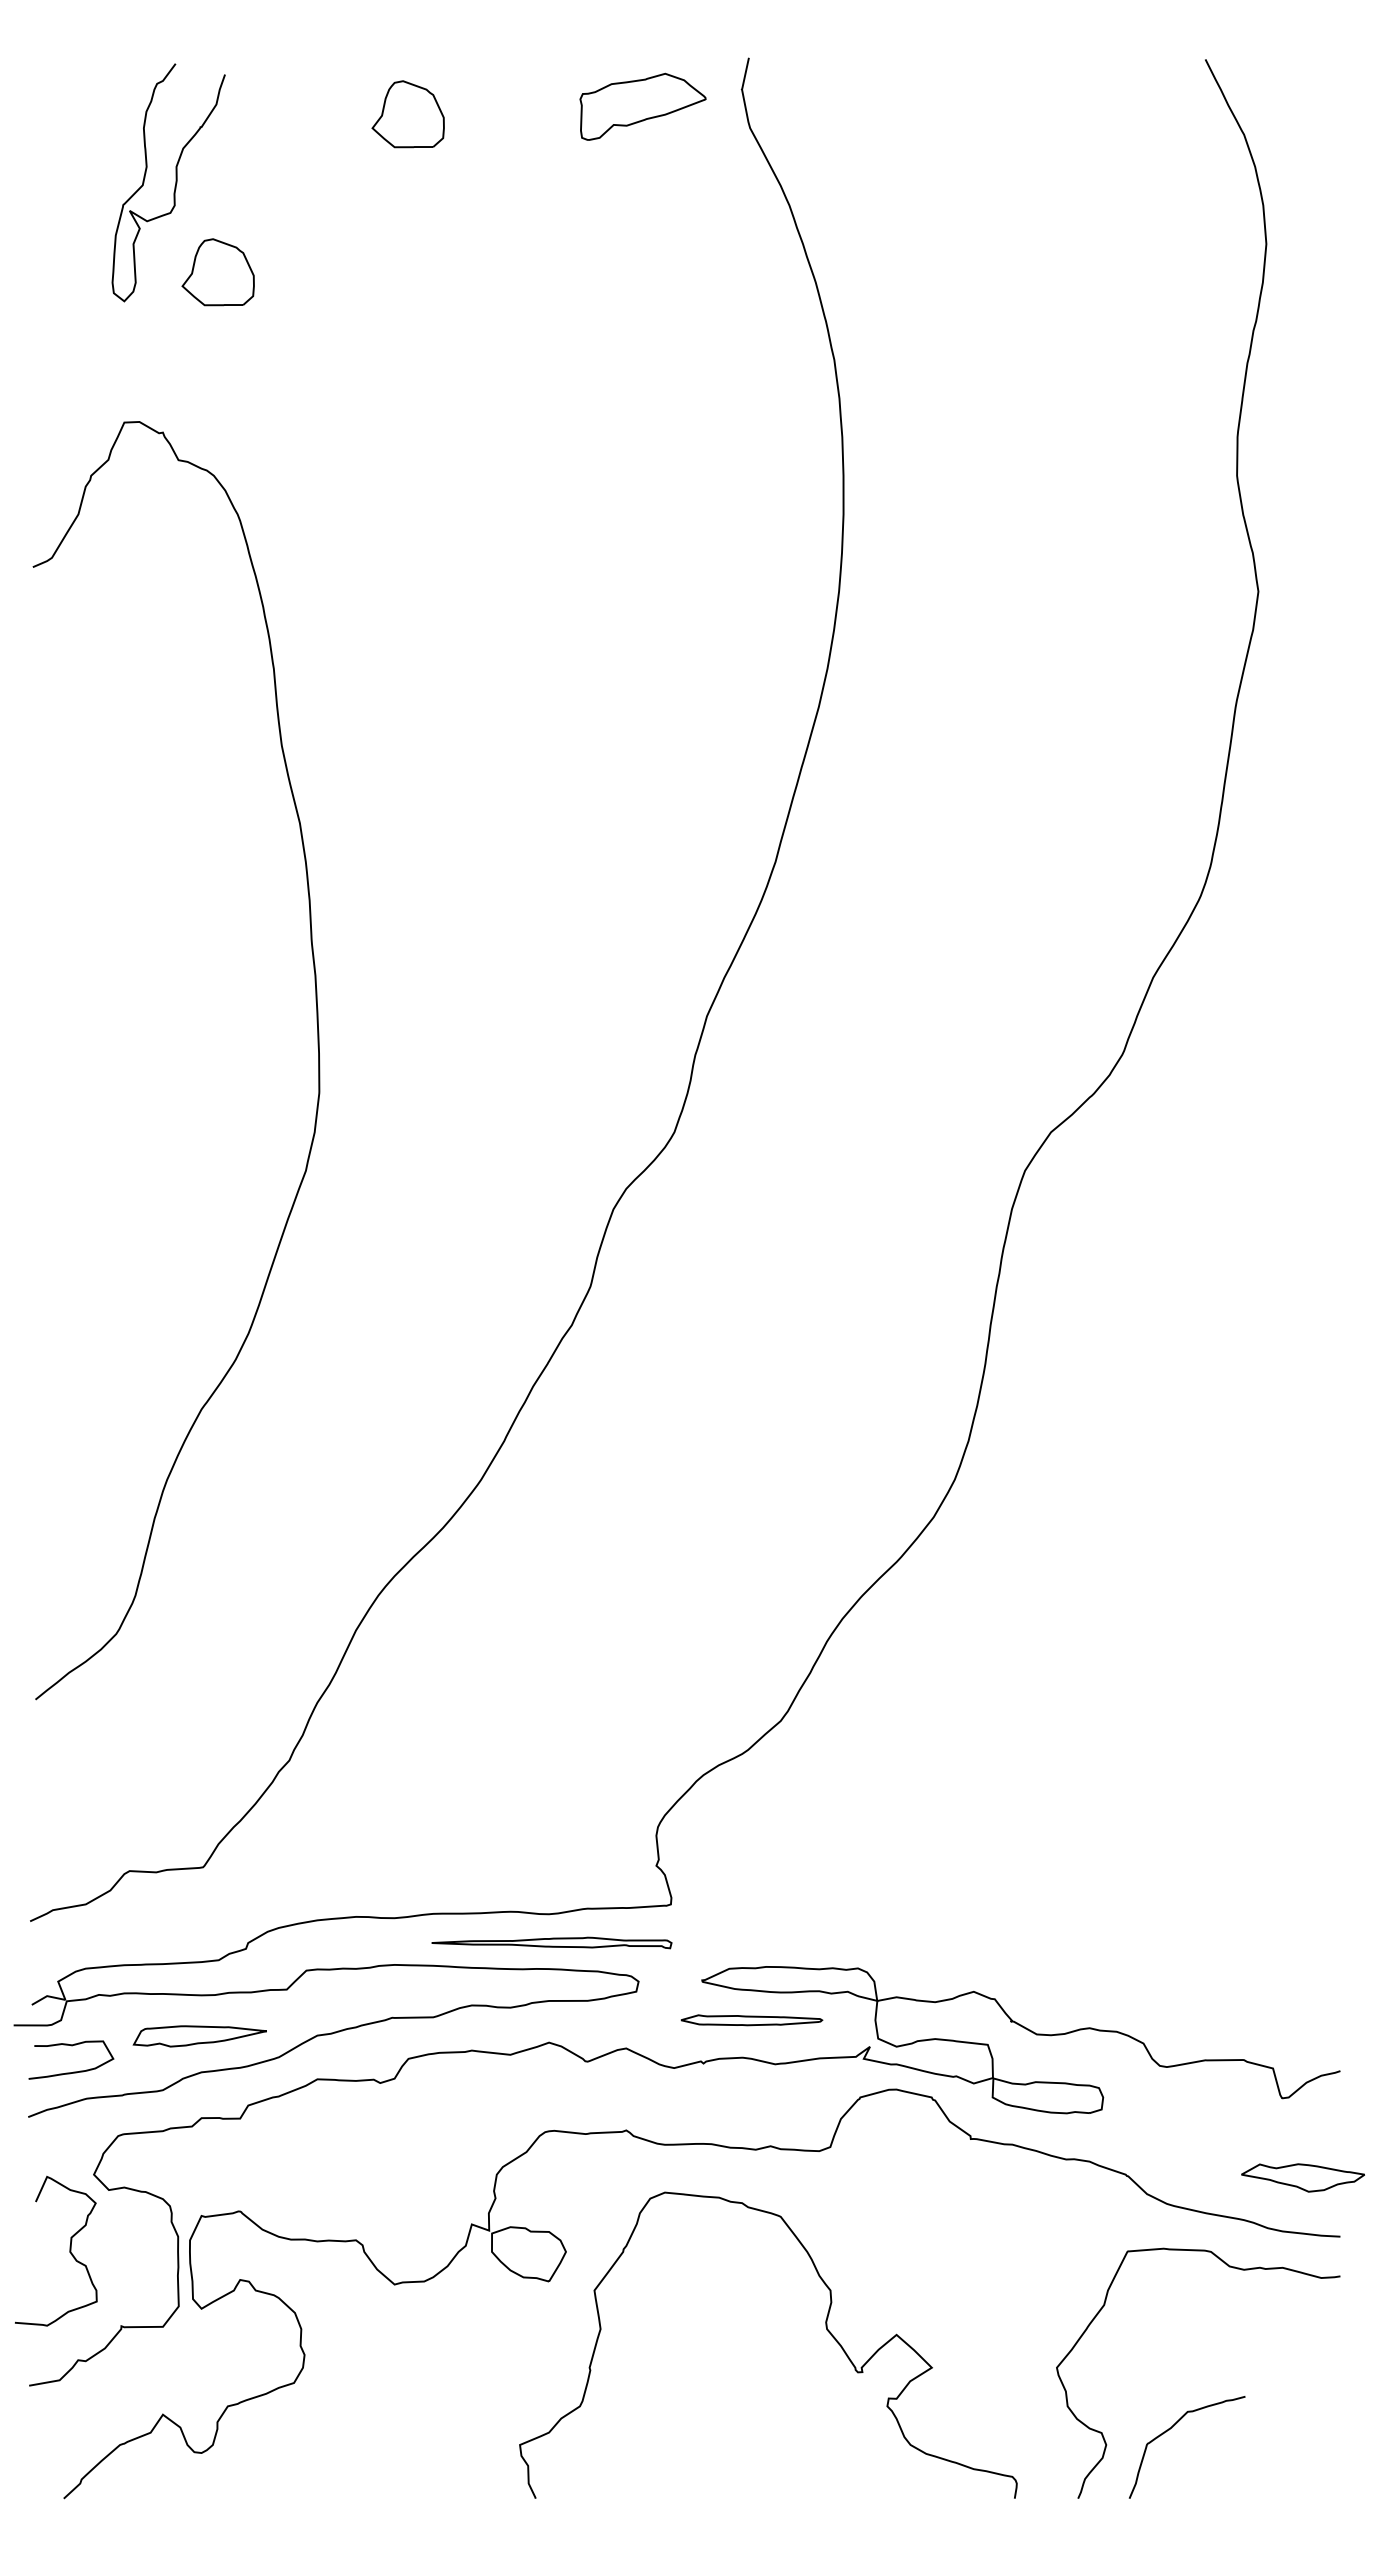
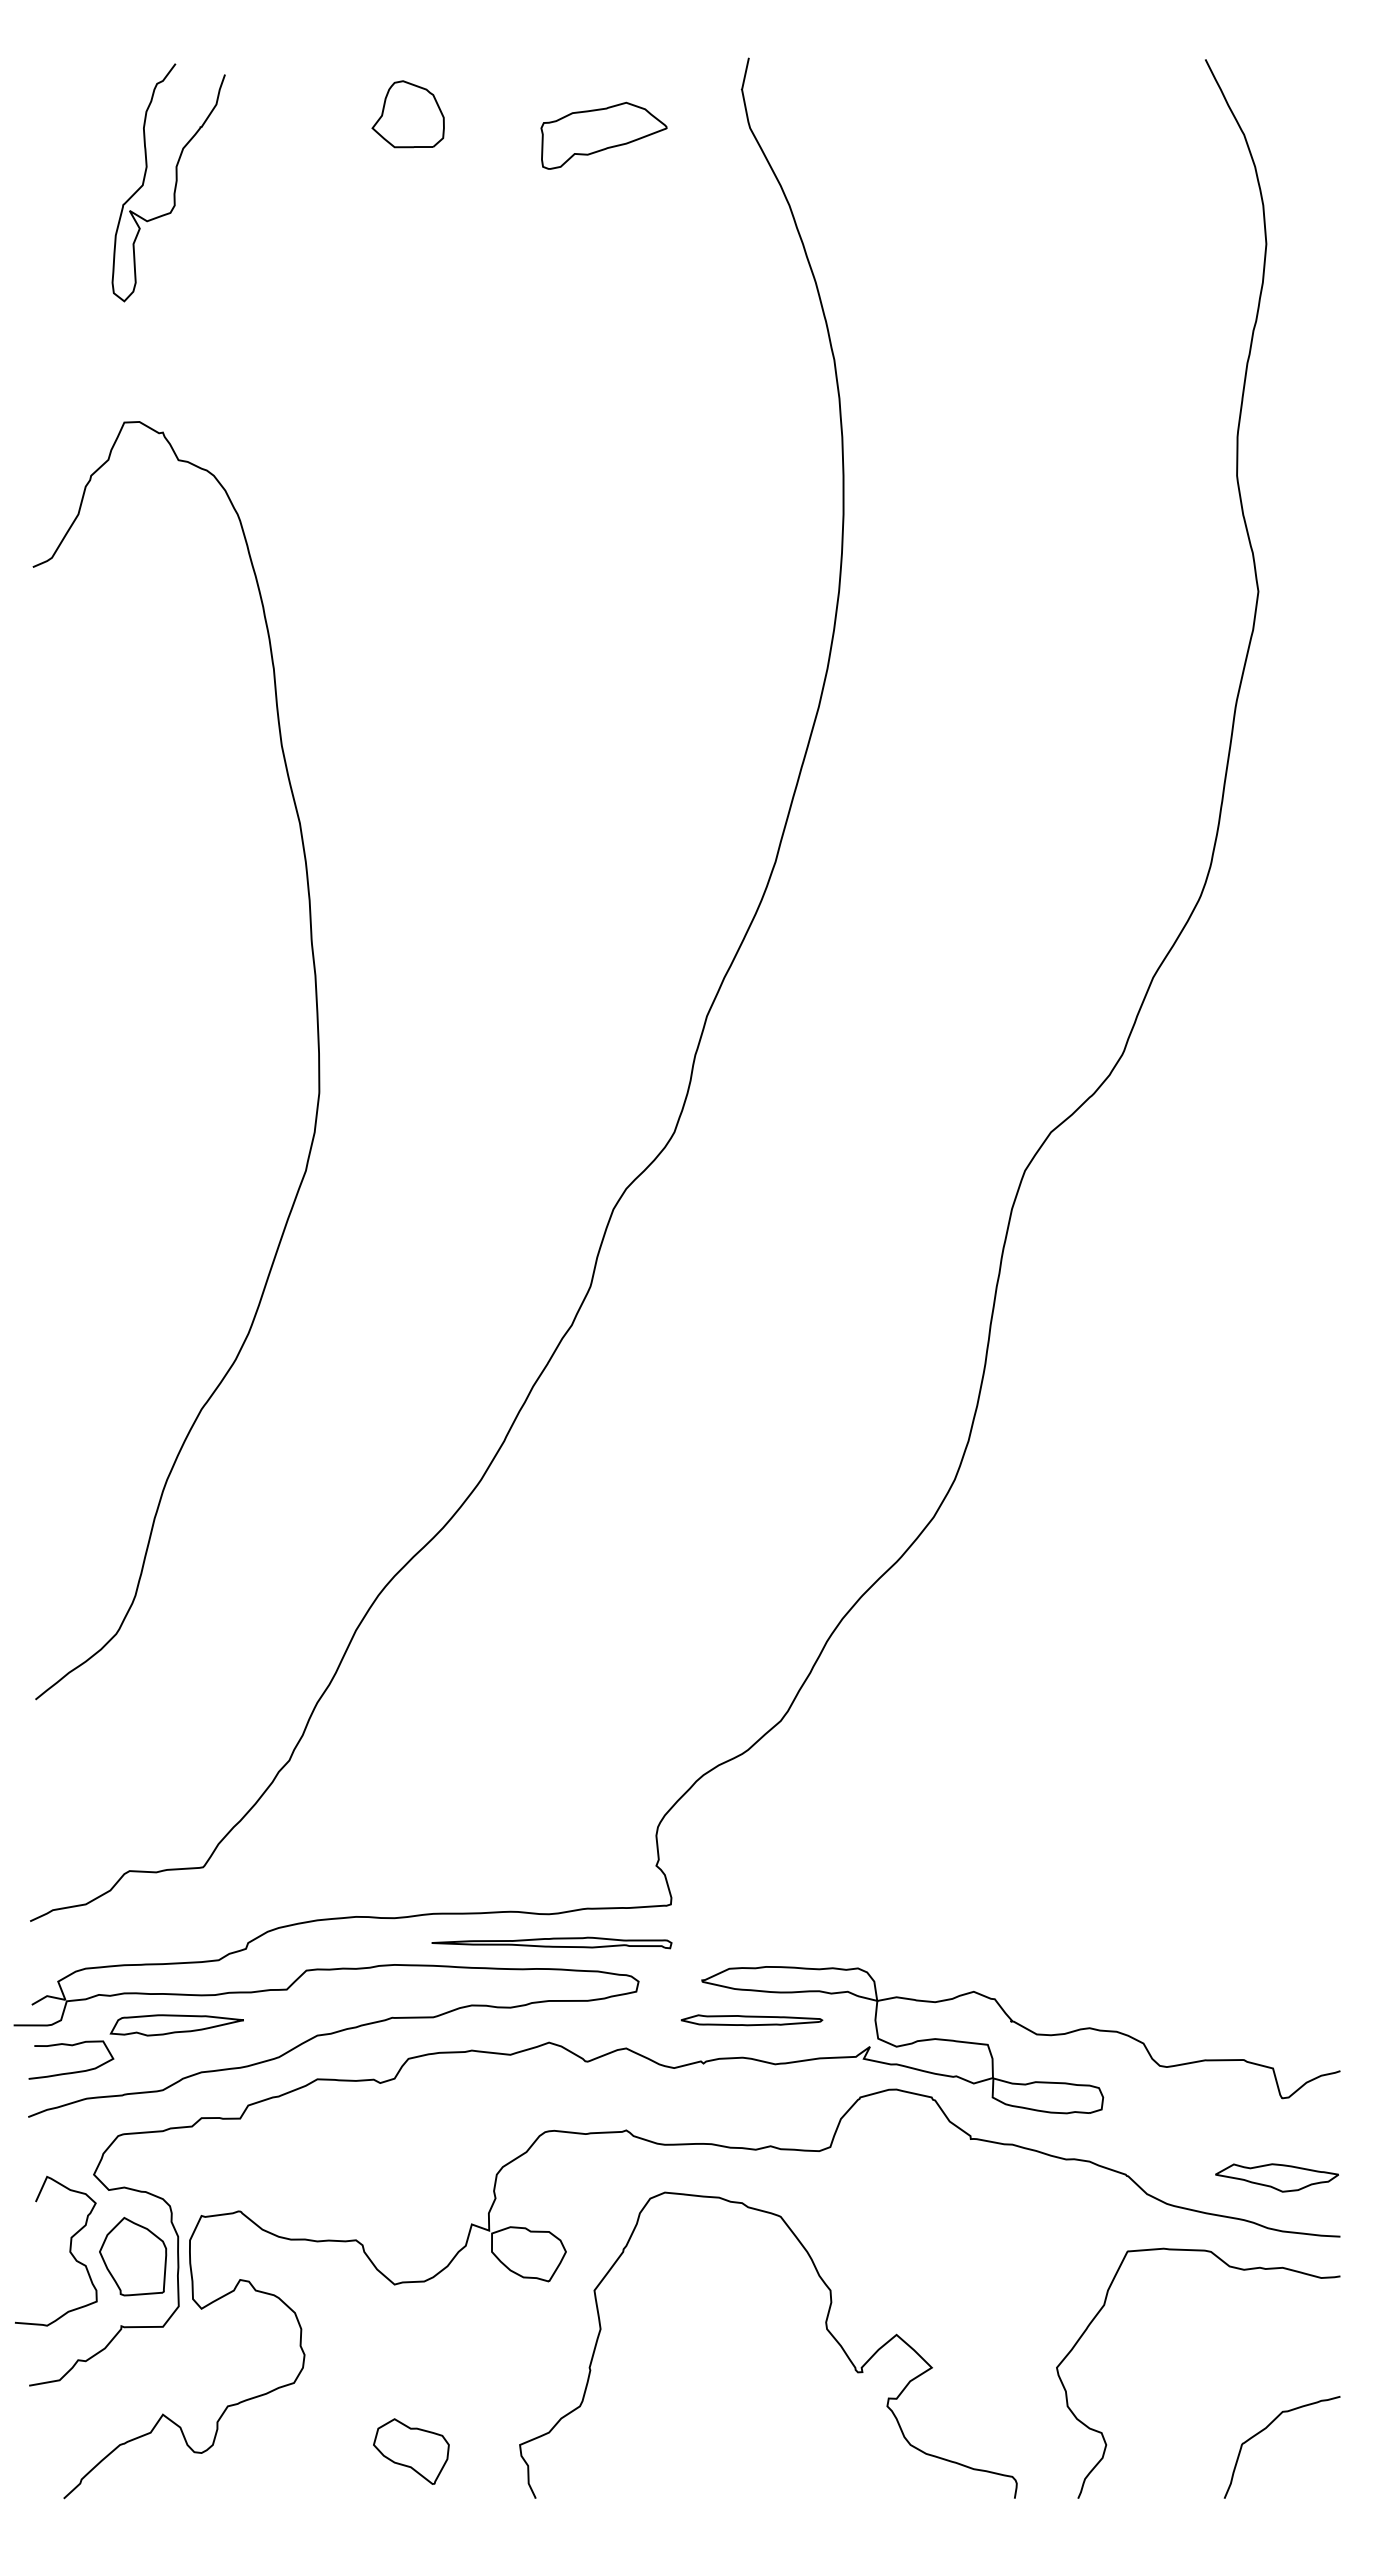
part at (642, 106) position: (642, 106) -> (603, 135)
part at (217, 272): present -> none
part at (199, 2036) position: (199, 2036) -> (176, 2025)
part at (1302, 2177) position: (1302, 2177) -> (1276, 2177)
part at (133, 2256): none -> present
curve at (1169, 2430) position: (1169, 2430) -> (1264, 2430)
part at (411, 2451): none -> present
